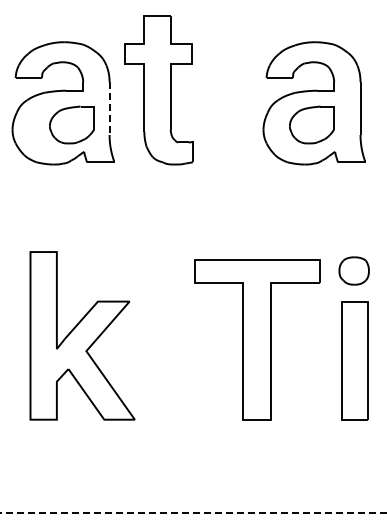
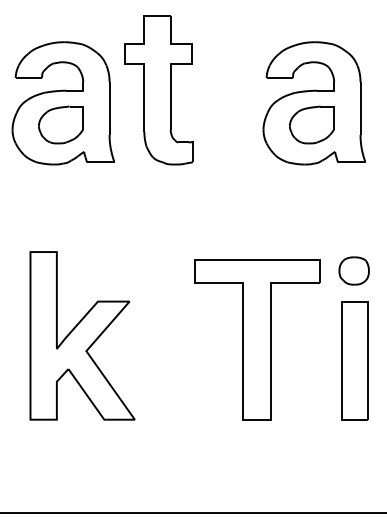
line at (109, 109): dashed -> solid
part at (71, 124) position: (71, 124) -> (60, 124)
line at (194, 513): dashed -> solid
